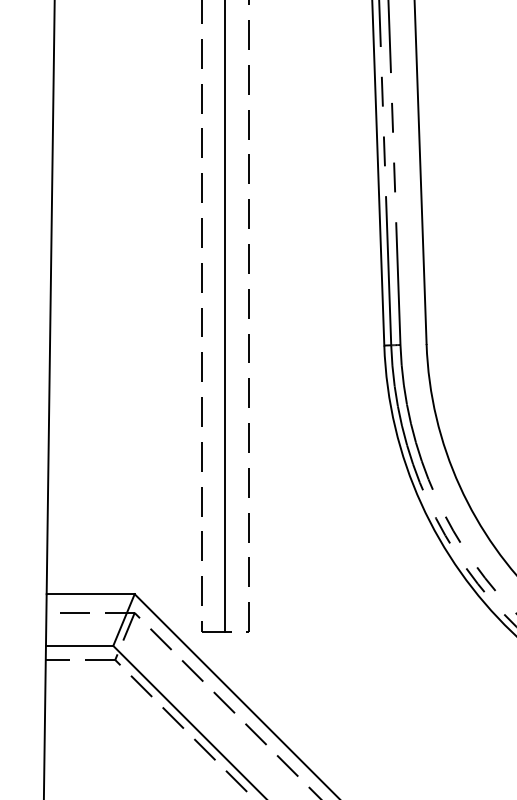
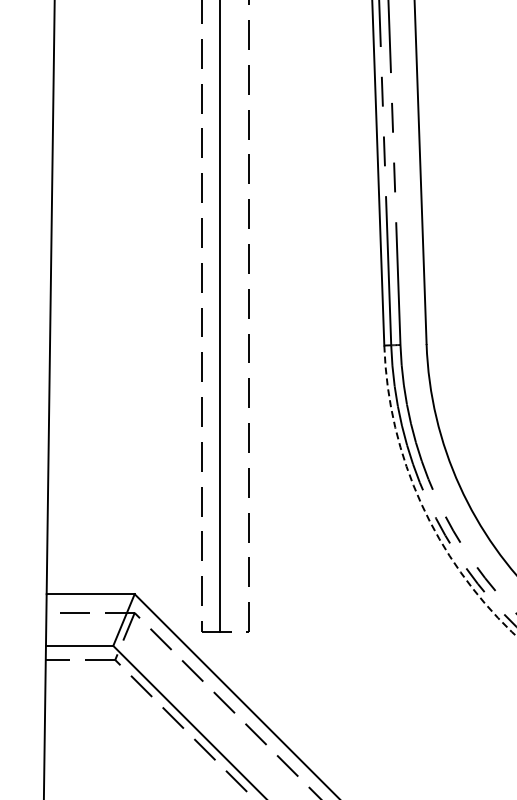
line at (225, 317) position: (225, 317) -> (220, 317)
arc at (421, 503): solid -> dashed
